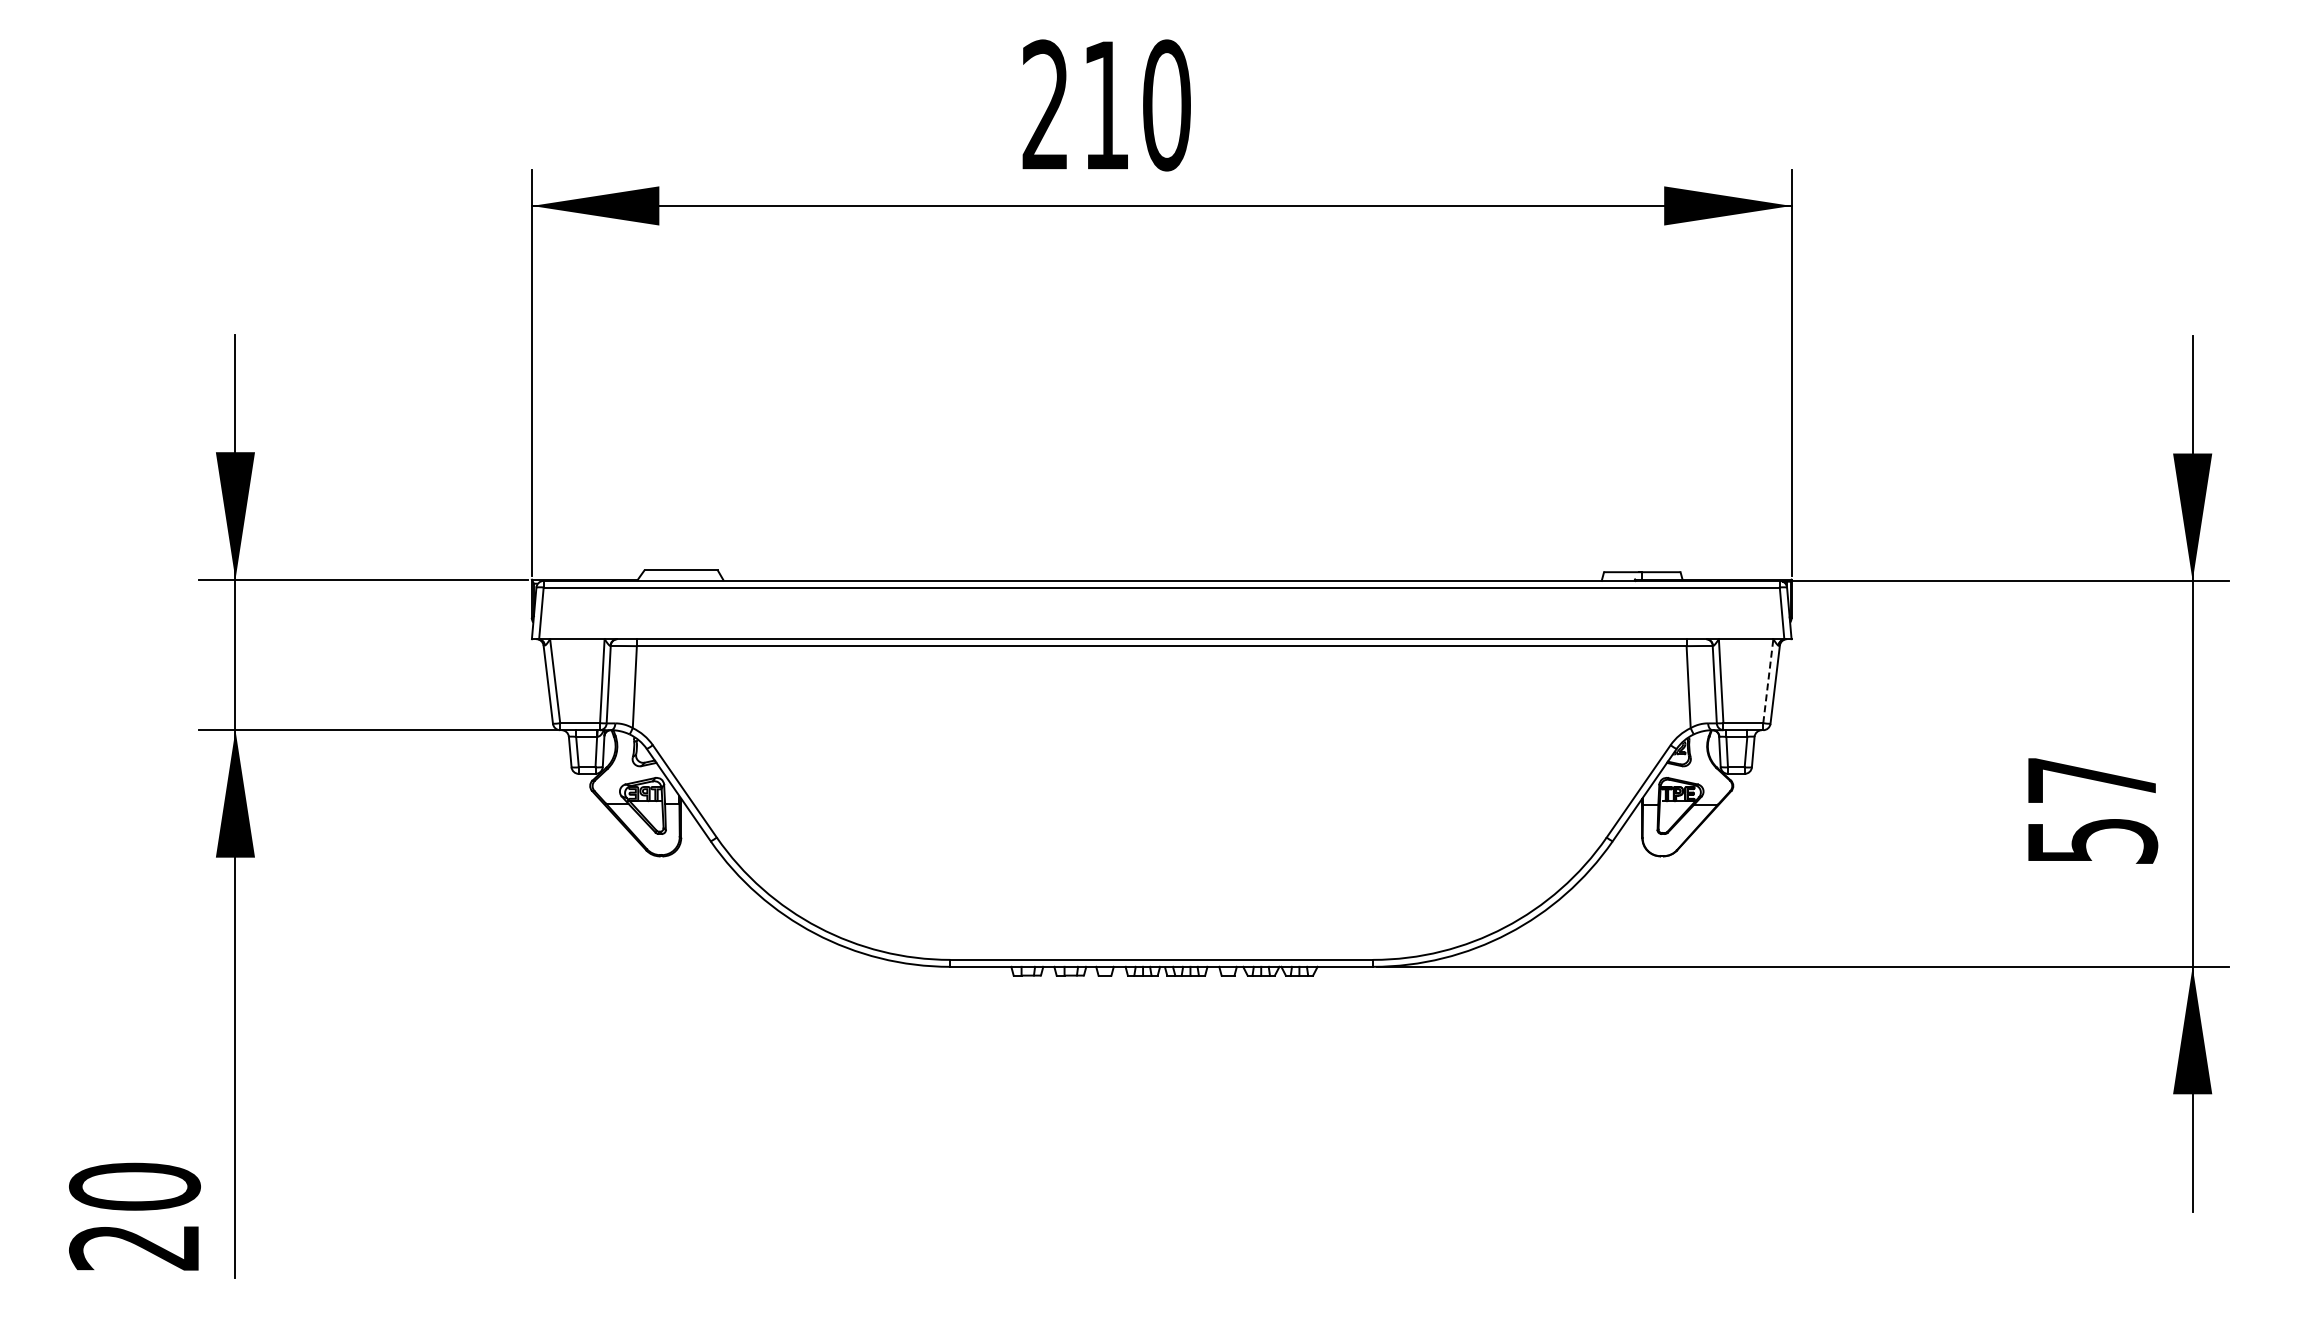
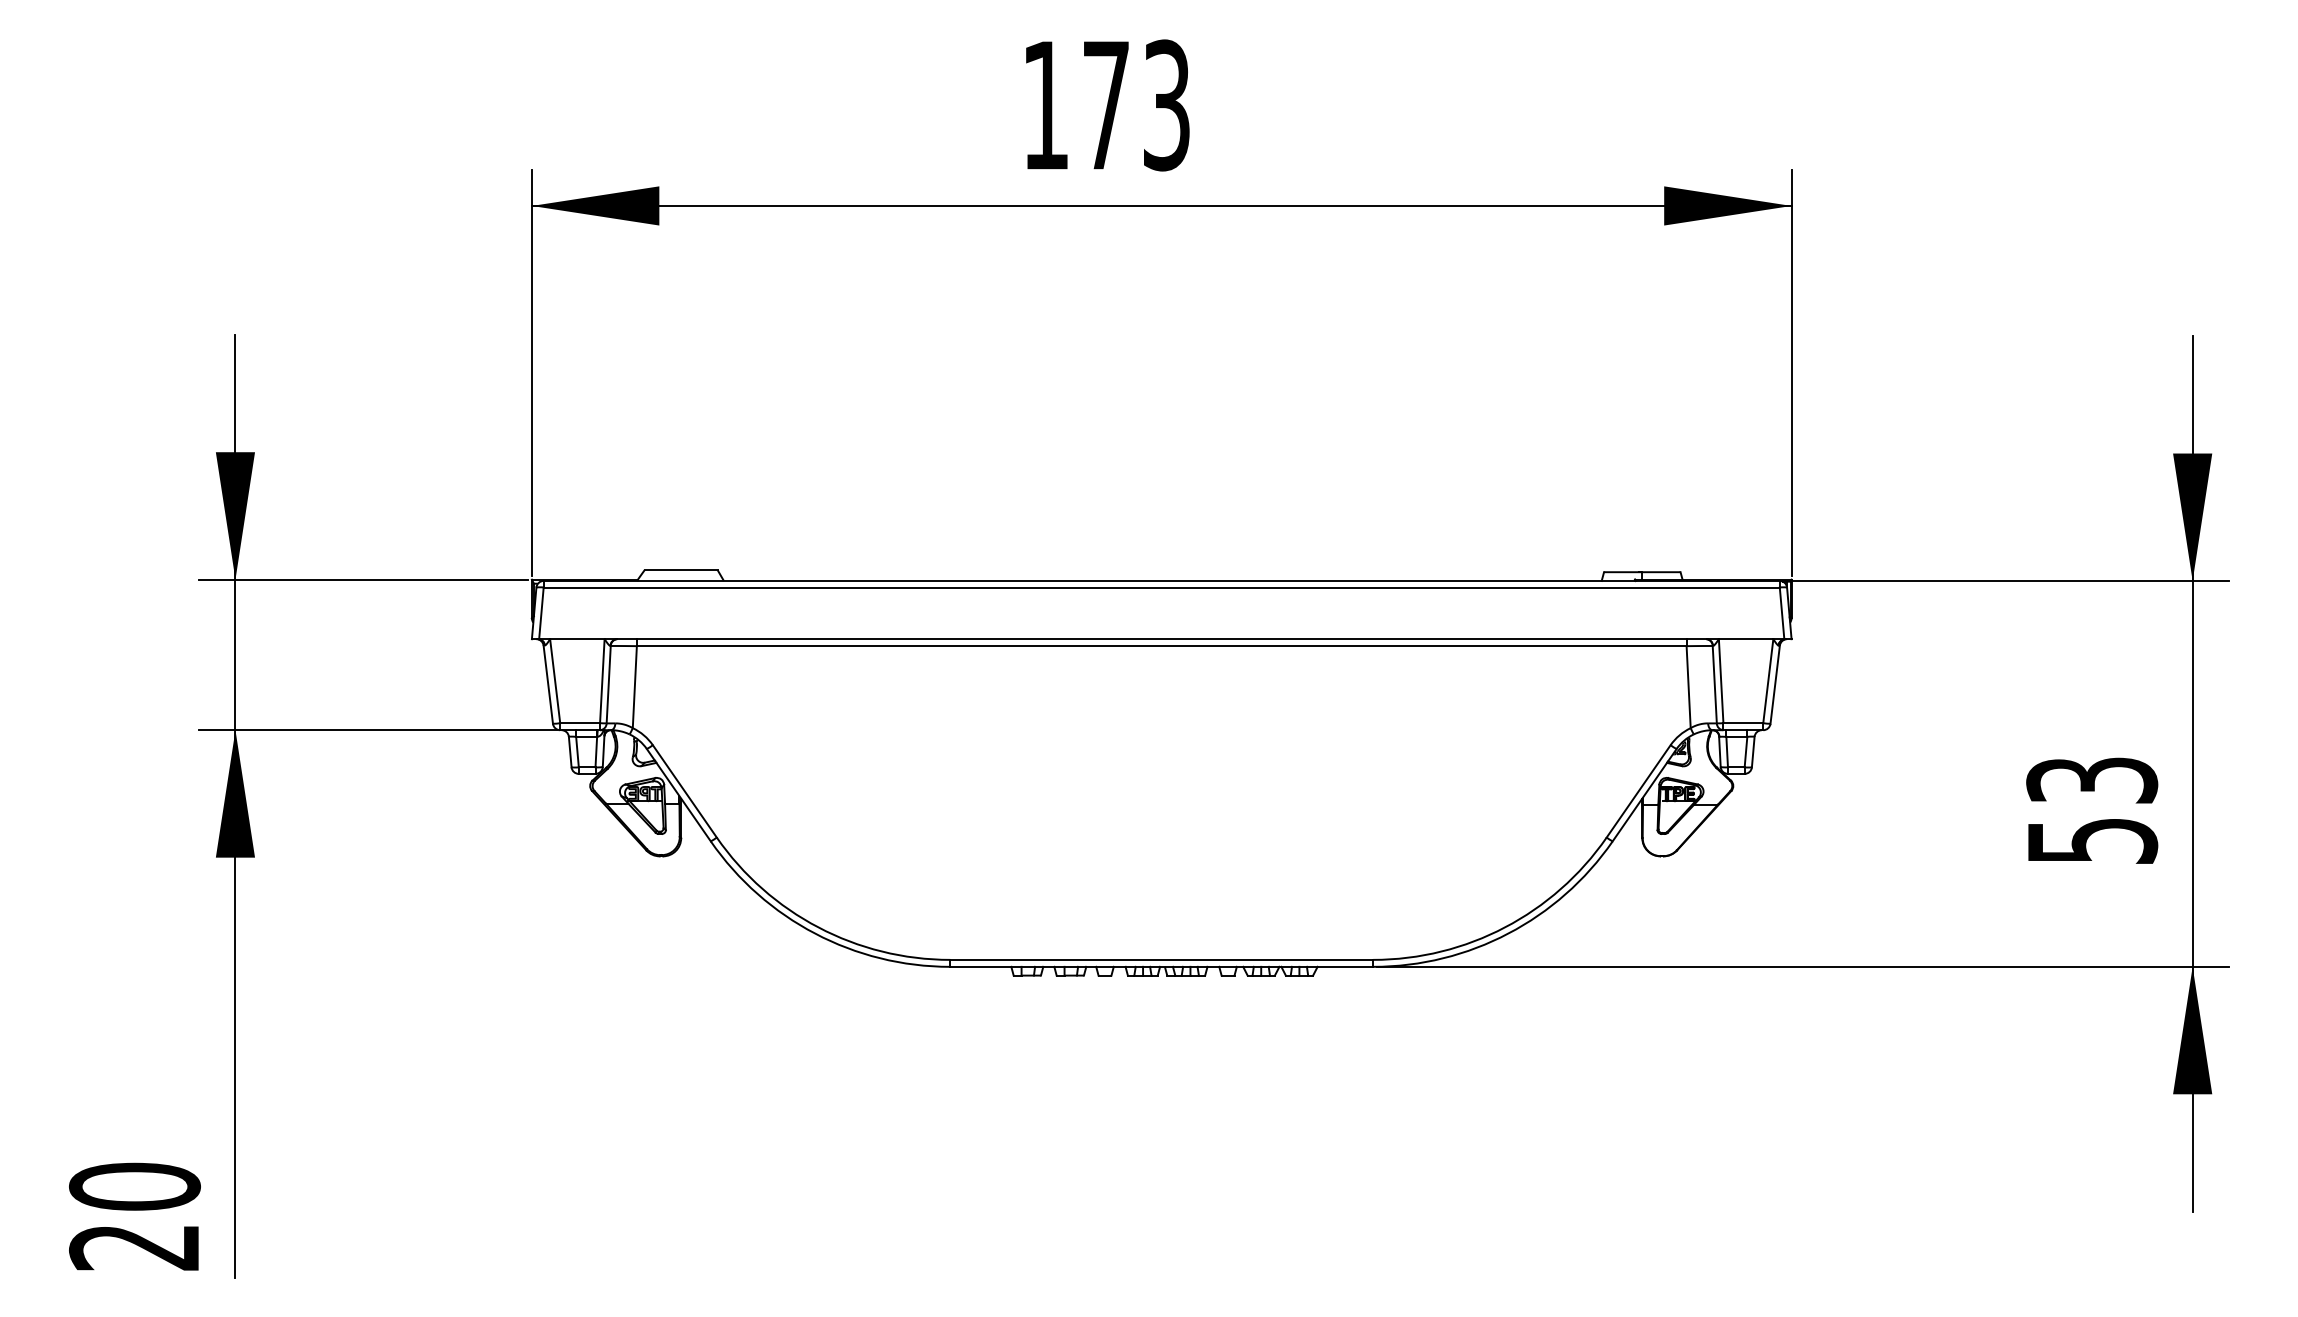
text at (1106, 105): 210 -> 173
line at (1768, 680): dashed -> solid
text at (2092, 780): 57 -> 53
